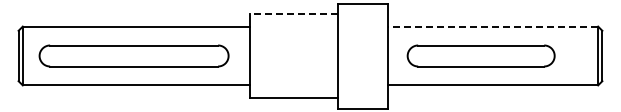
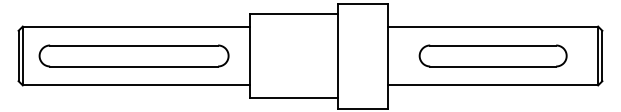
line at (293, 14): dashed -> solid
line at (493, 26): dashed -> solid
part at (480, 55) position: (480, 55) -> (492, 55)
